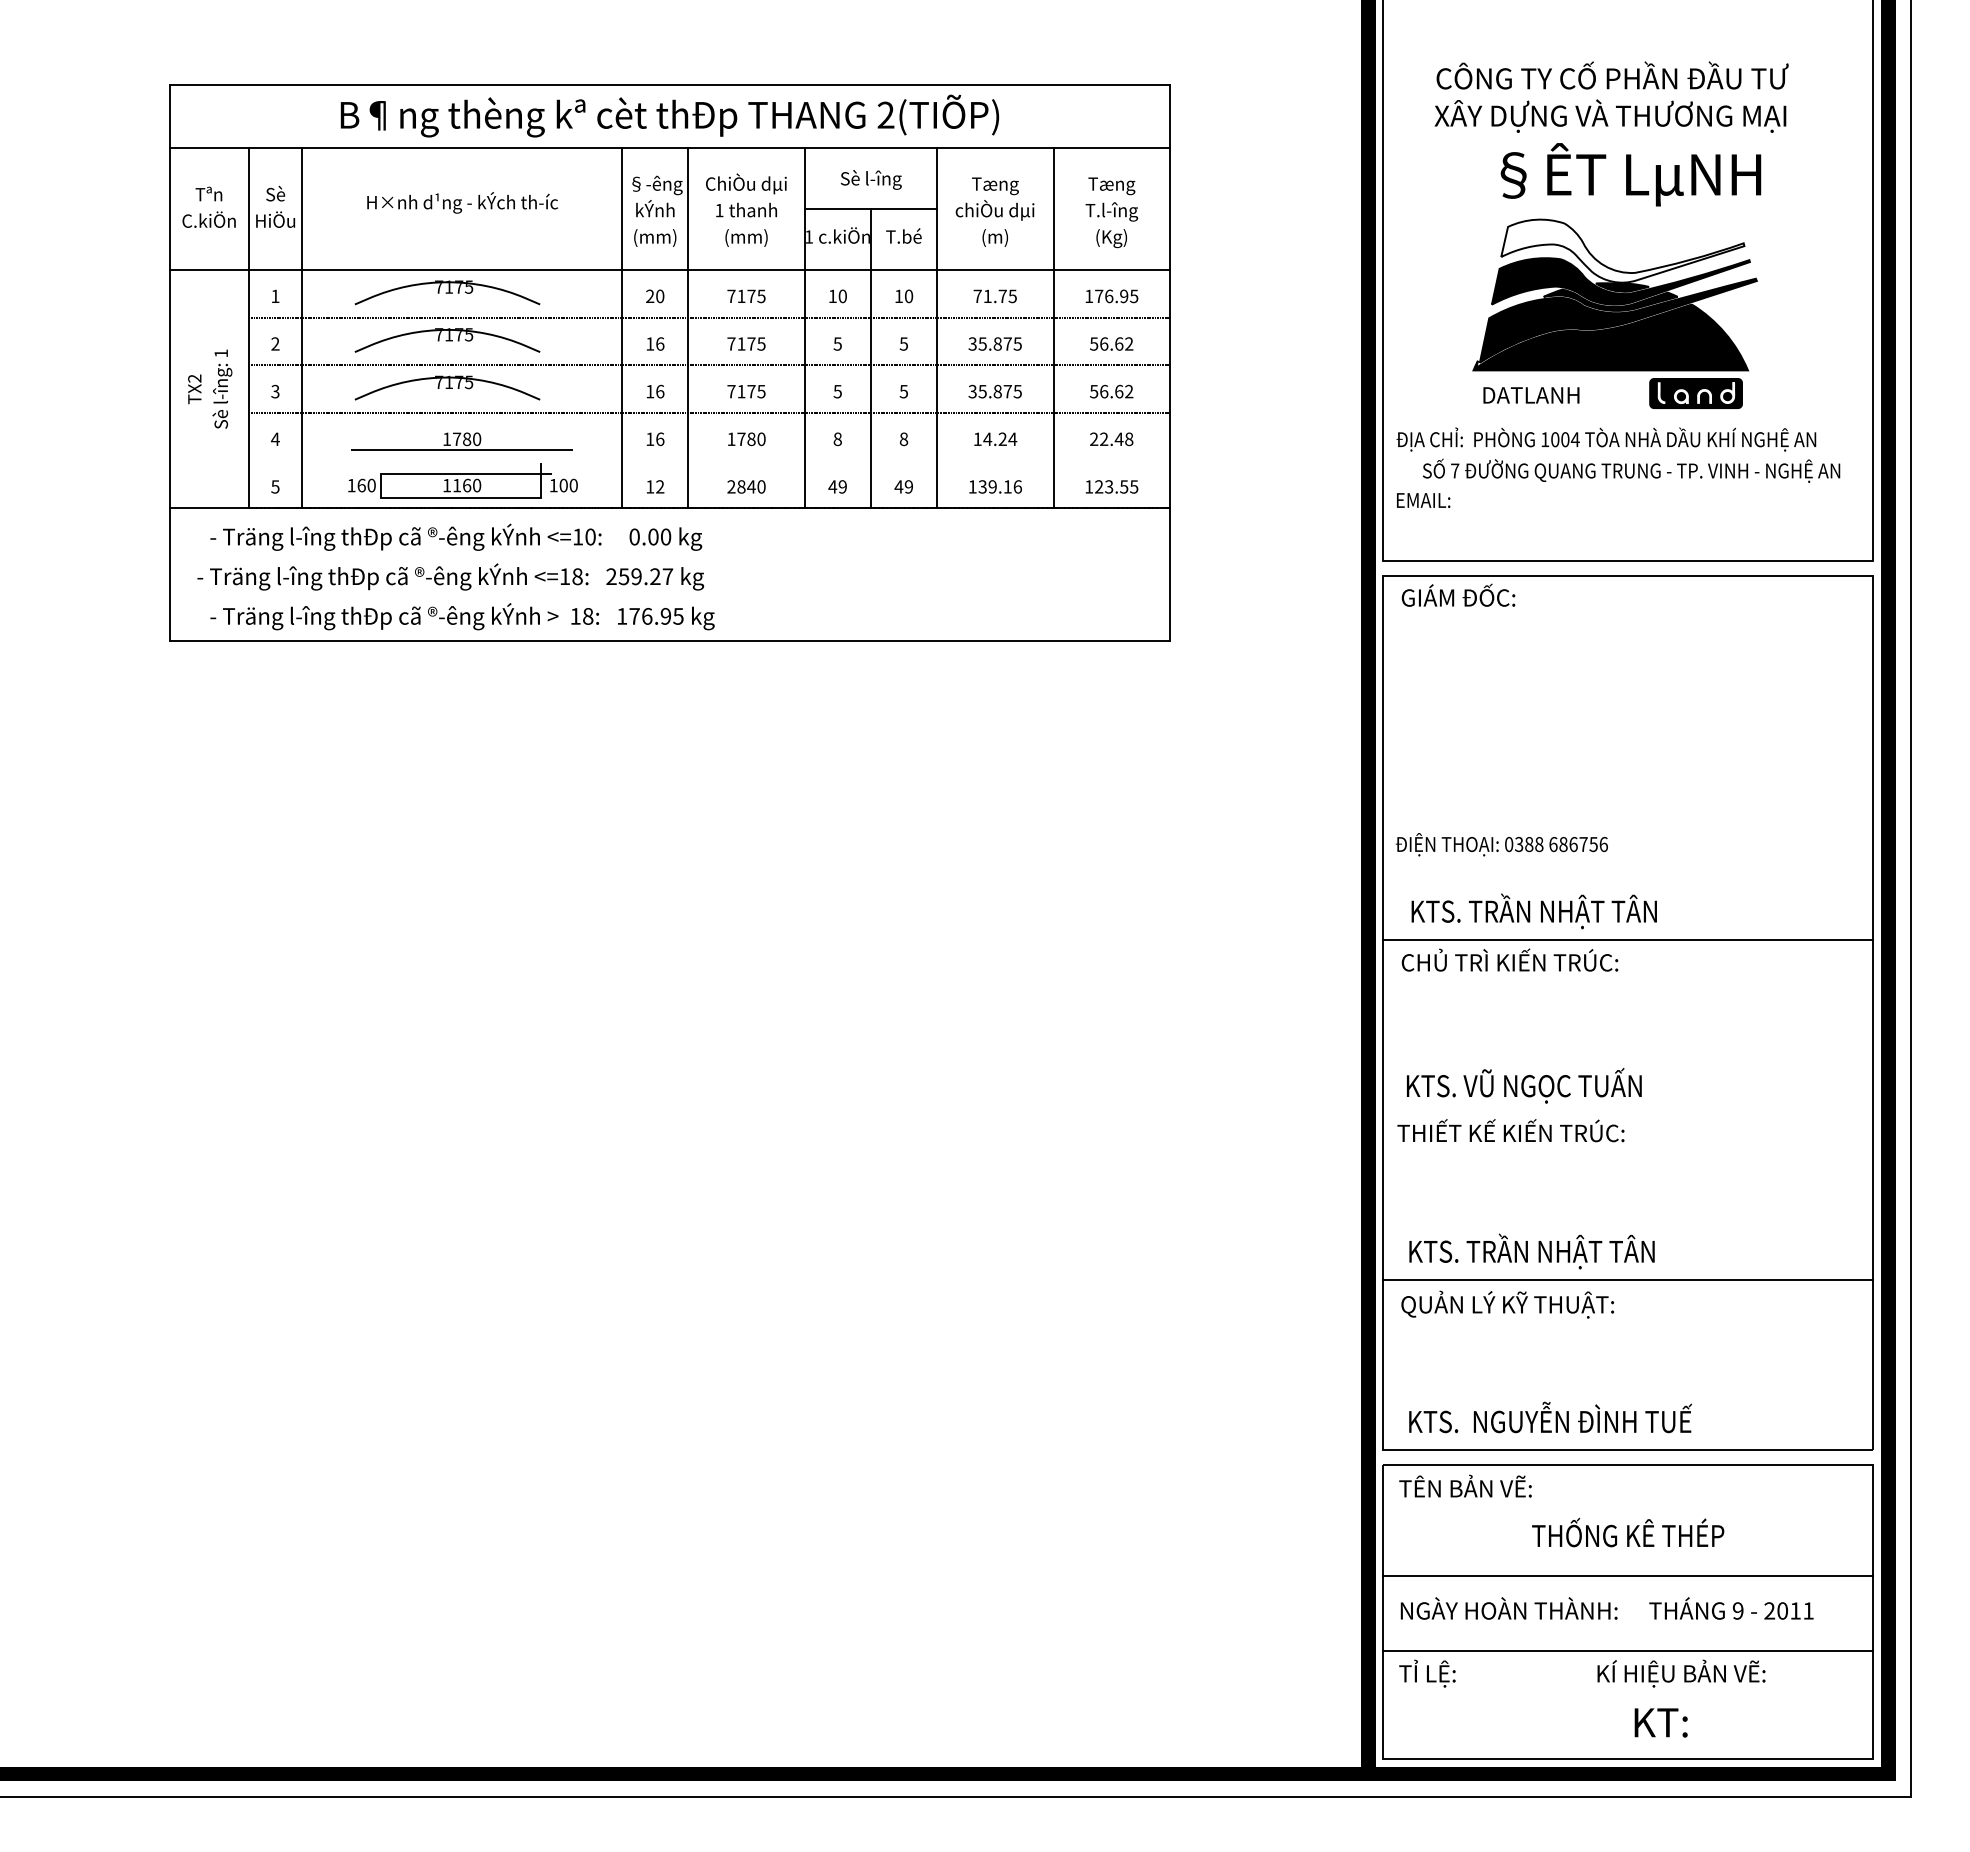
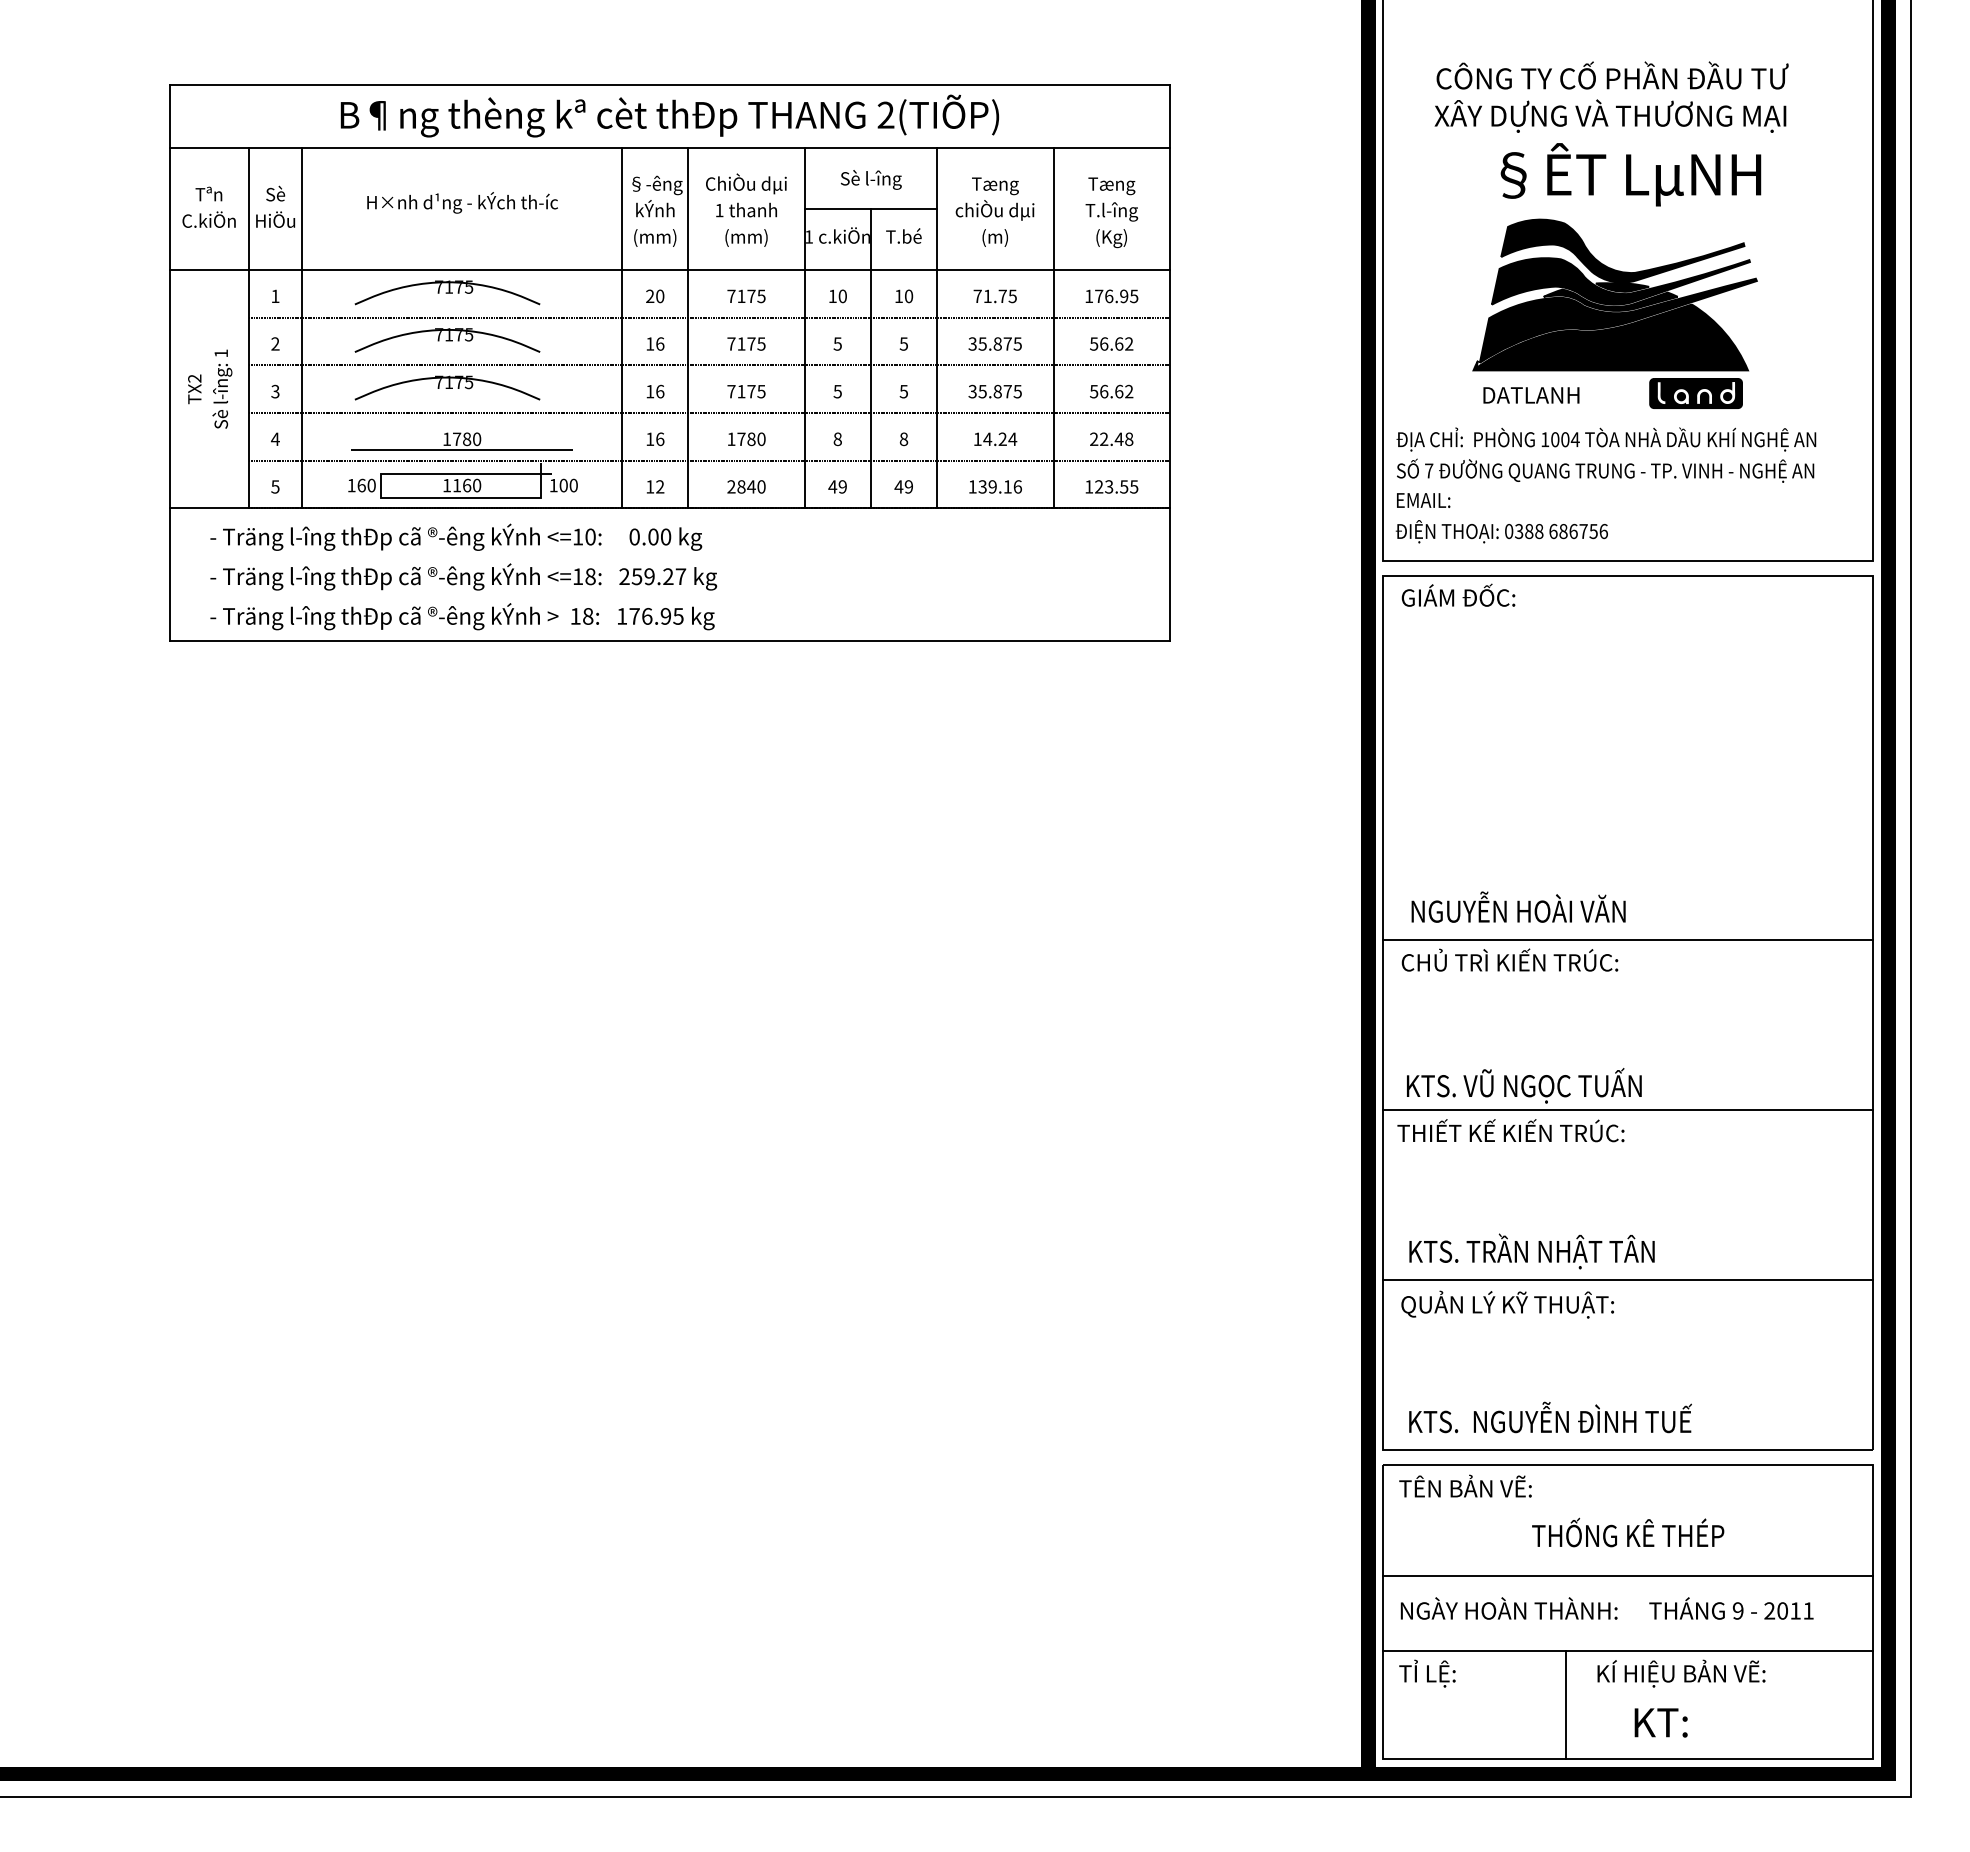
fill at (1622, 250): none -> present
line at (709, 460): none -> present
text at (1631, 470) position: (1631, 470) -> (1605, 470)
text at (450, 576) position: (450, 576) -> (463, 576)
text at (1501, 844) position: (1501, 844) -> (1501, 531)
text at (1534, 910): KTS. TRẦN NHẬT TÂN -> NGUYỄN HOÀI VĂN
line at (1628, 1110): none -> present
line at (1565, 1704): none -> present
